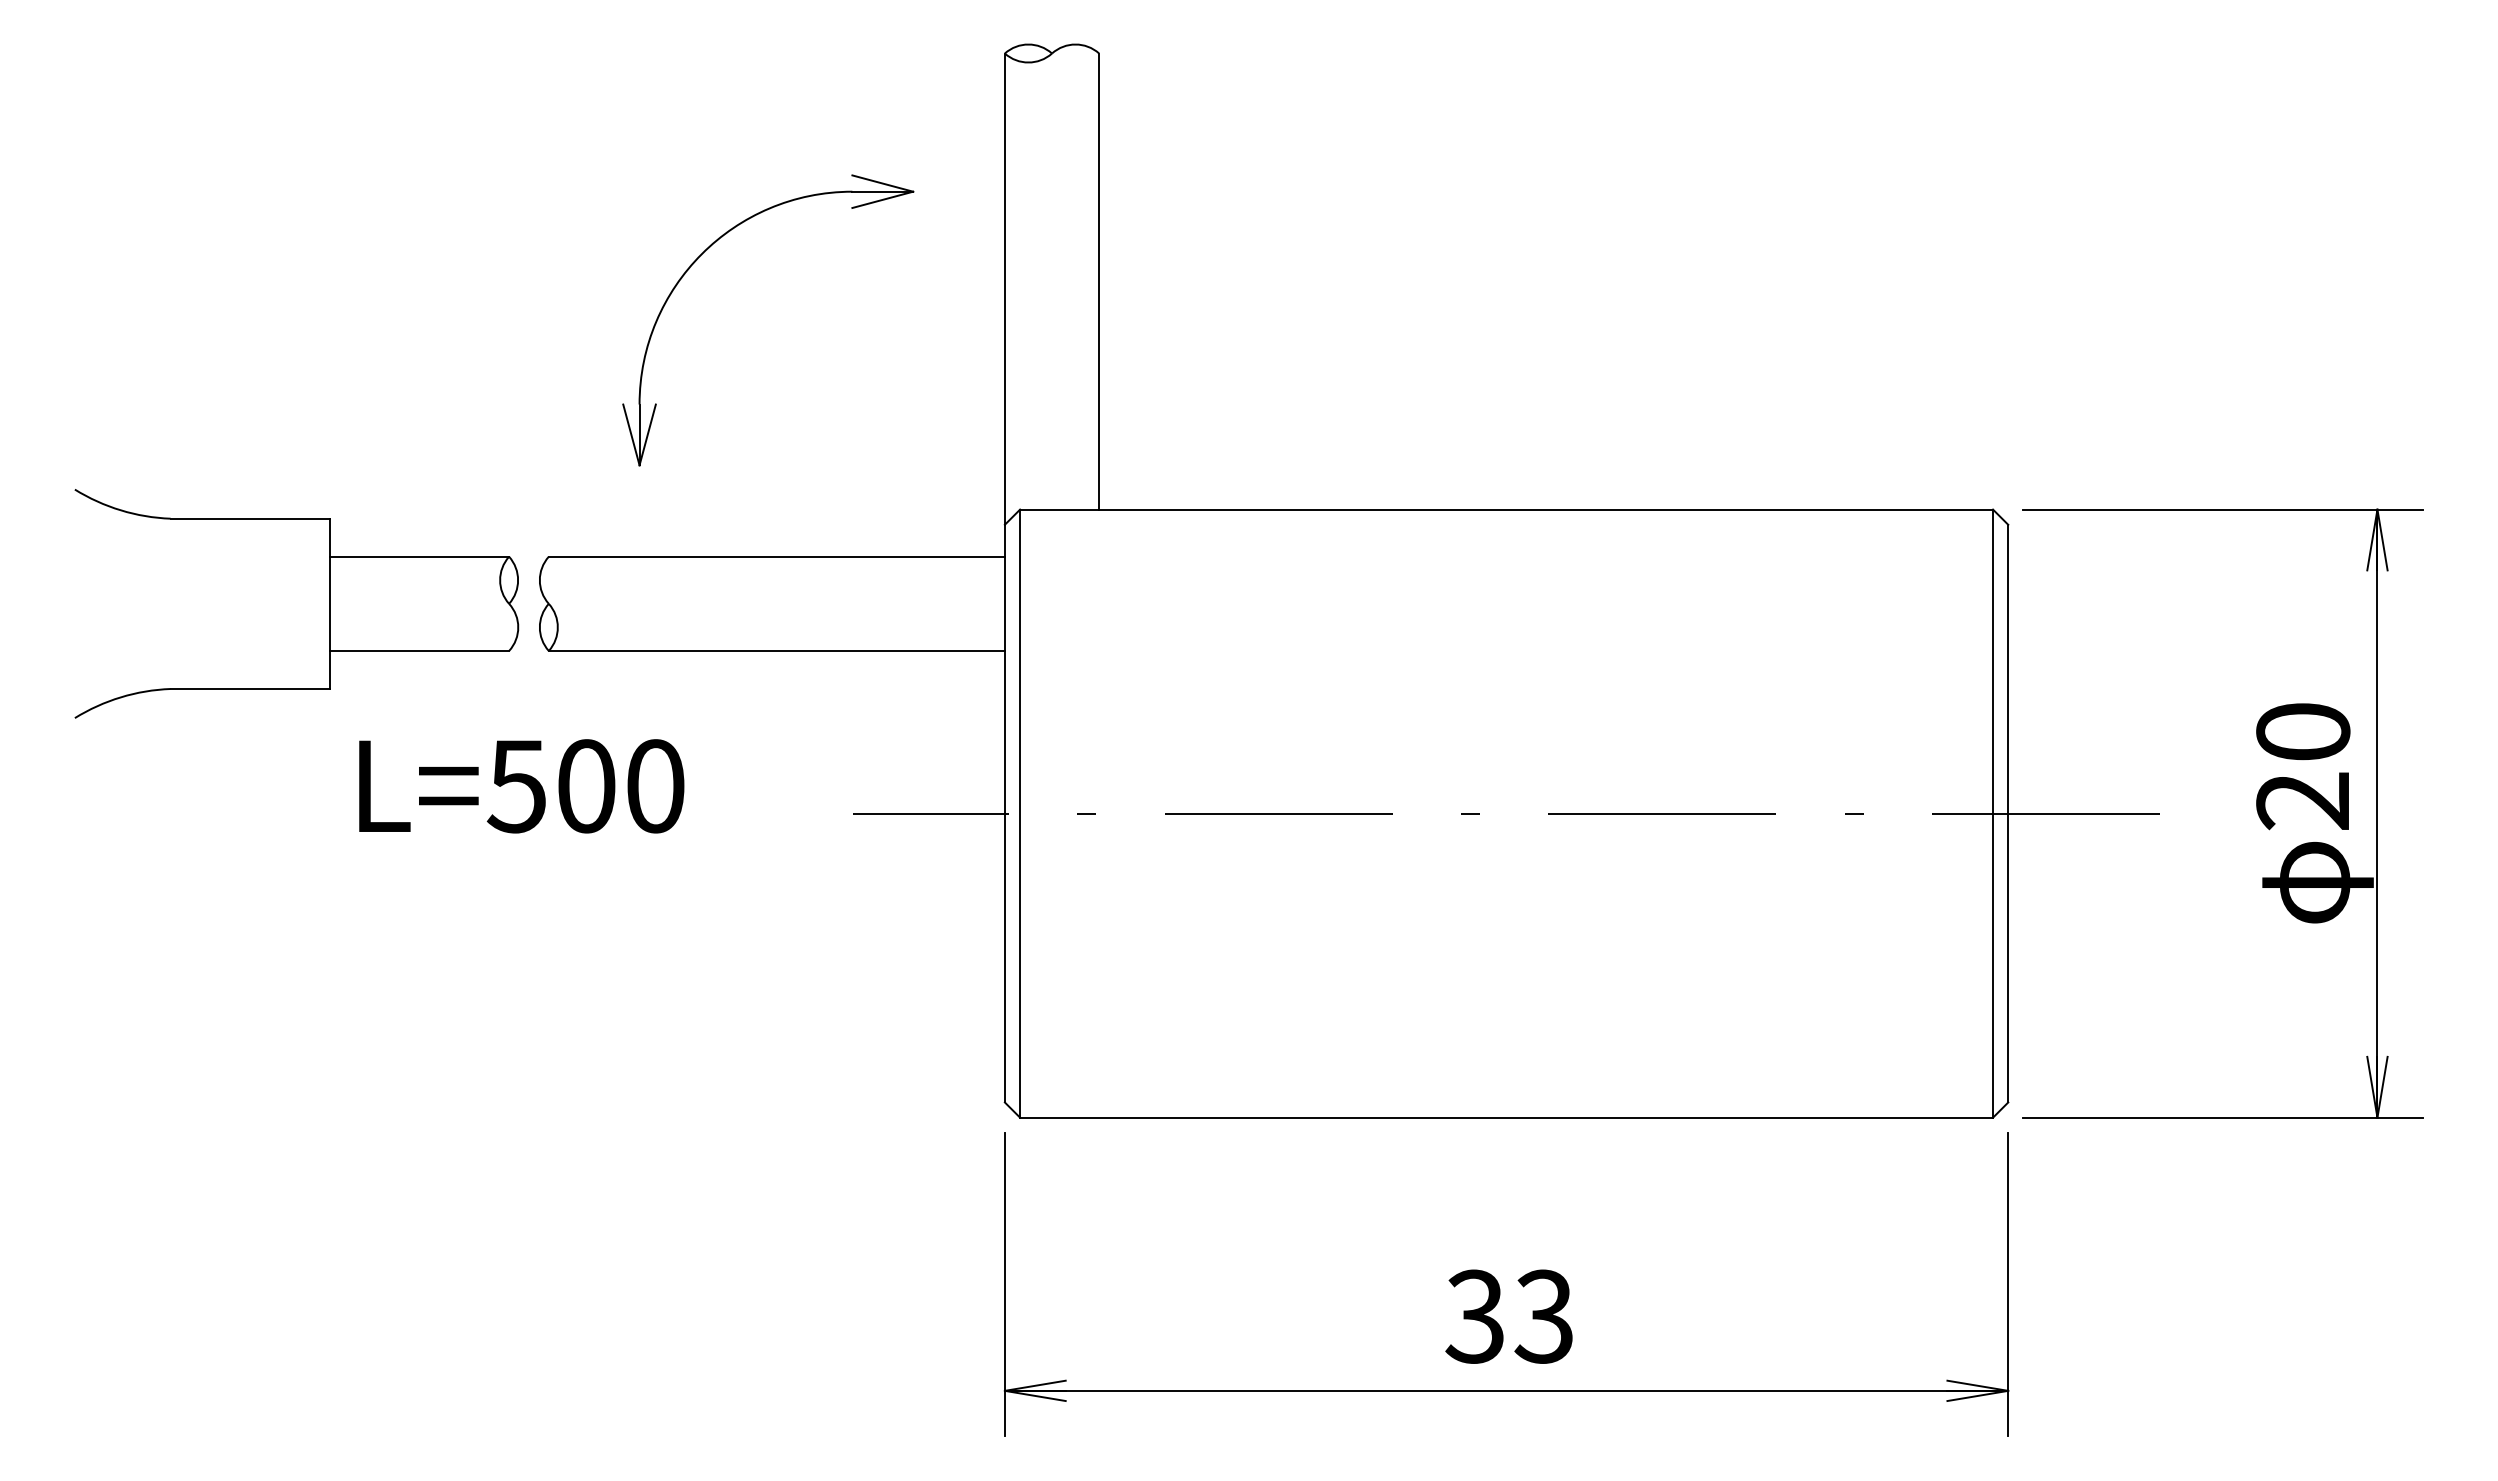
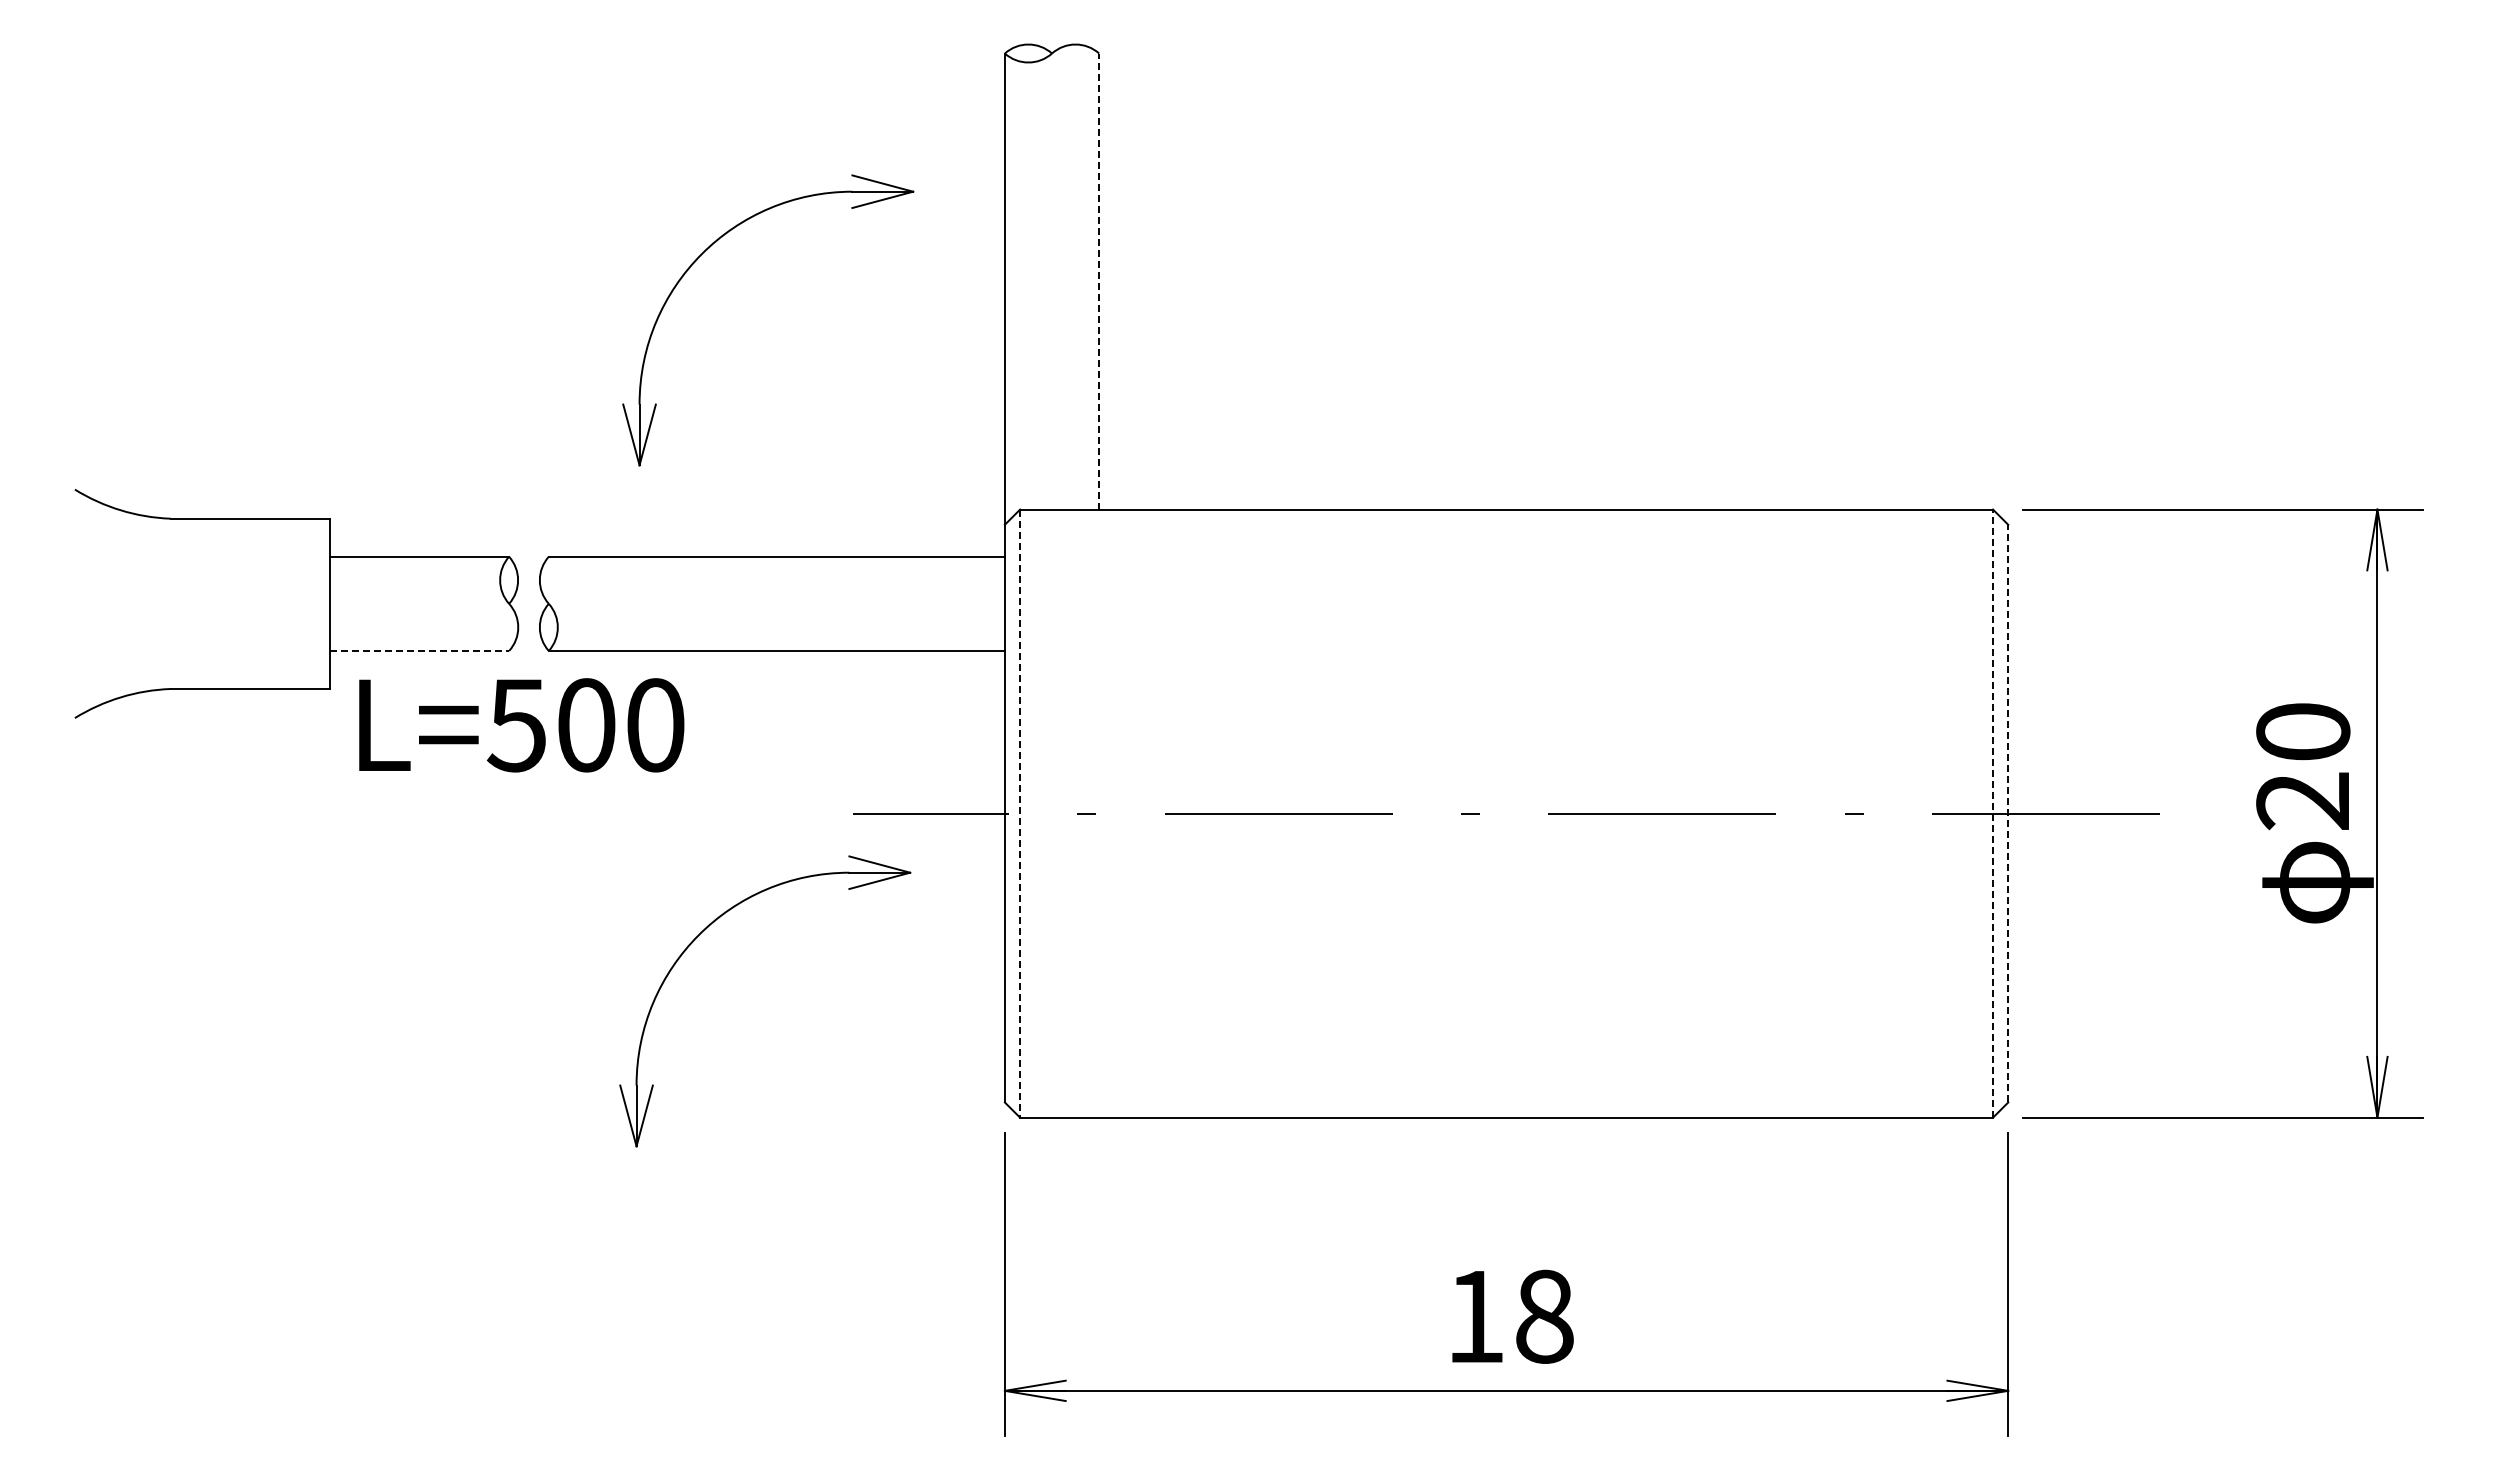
line at (1099, 281): solid -> dashed
line at (420, 650): solid -> dashed
text at (521, 786) position: (521, 786) -> (521, 725)
line at (1993, 813): solid -> dashed
line at (2008, 813): solid -> dashed
line at (1020, 814): solid -> dashed
part at (705, 930): none -> present
text at (1509, 1316): 33 -> 18
